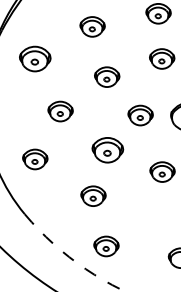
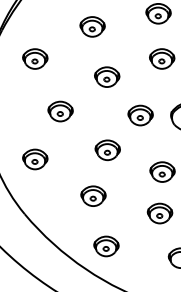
part at (35, 58) size: 33x28 px -> 27x22 px
part at (107, 150) size: 34x27 px -> 27x23 px
part at (159, 213): none -> present
arc at (71, 258): dashed -> solid
